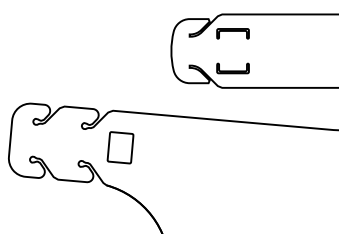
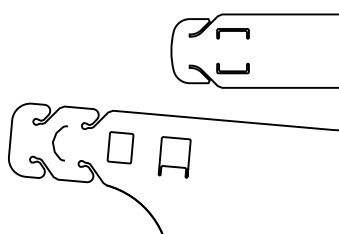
curve at (54, 144): none -> present
curve at (171, 165): none -> present
